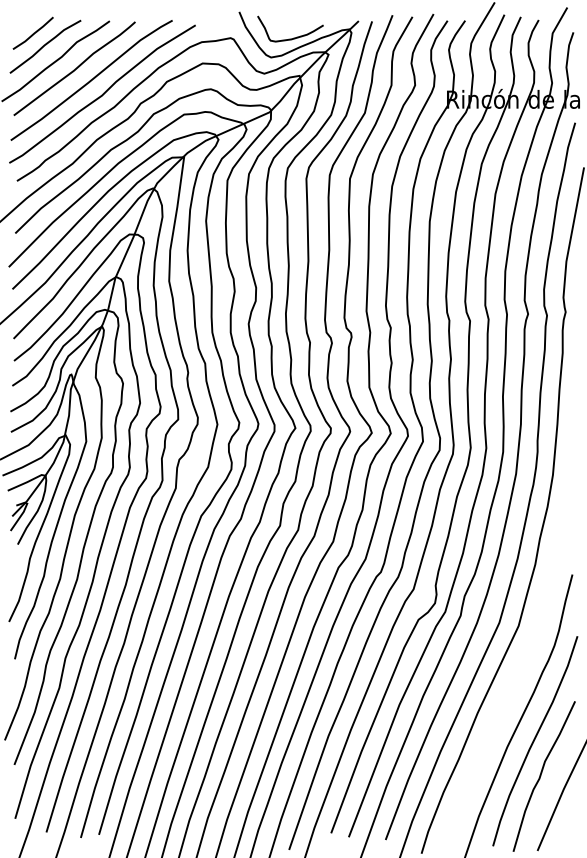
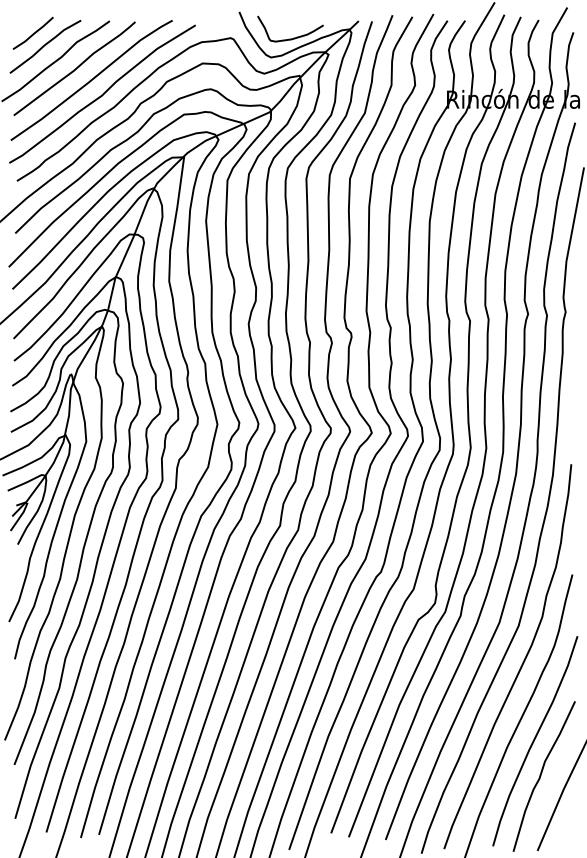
part at (521, 664): none -> present
